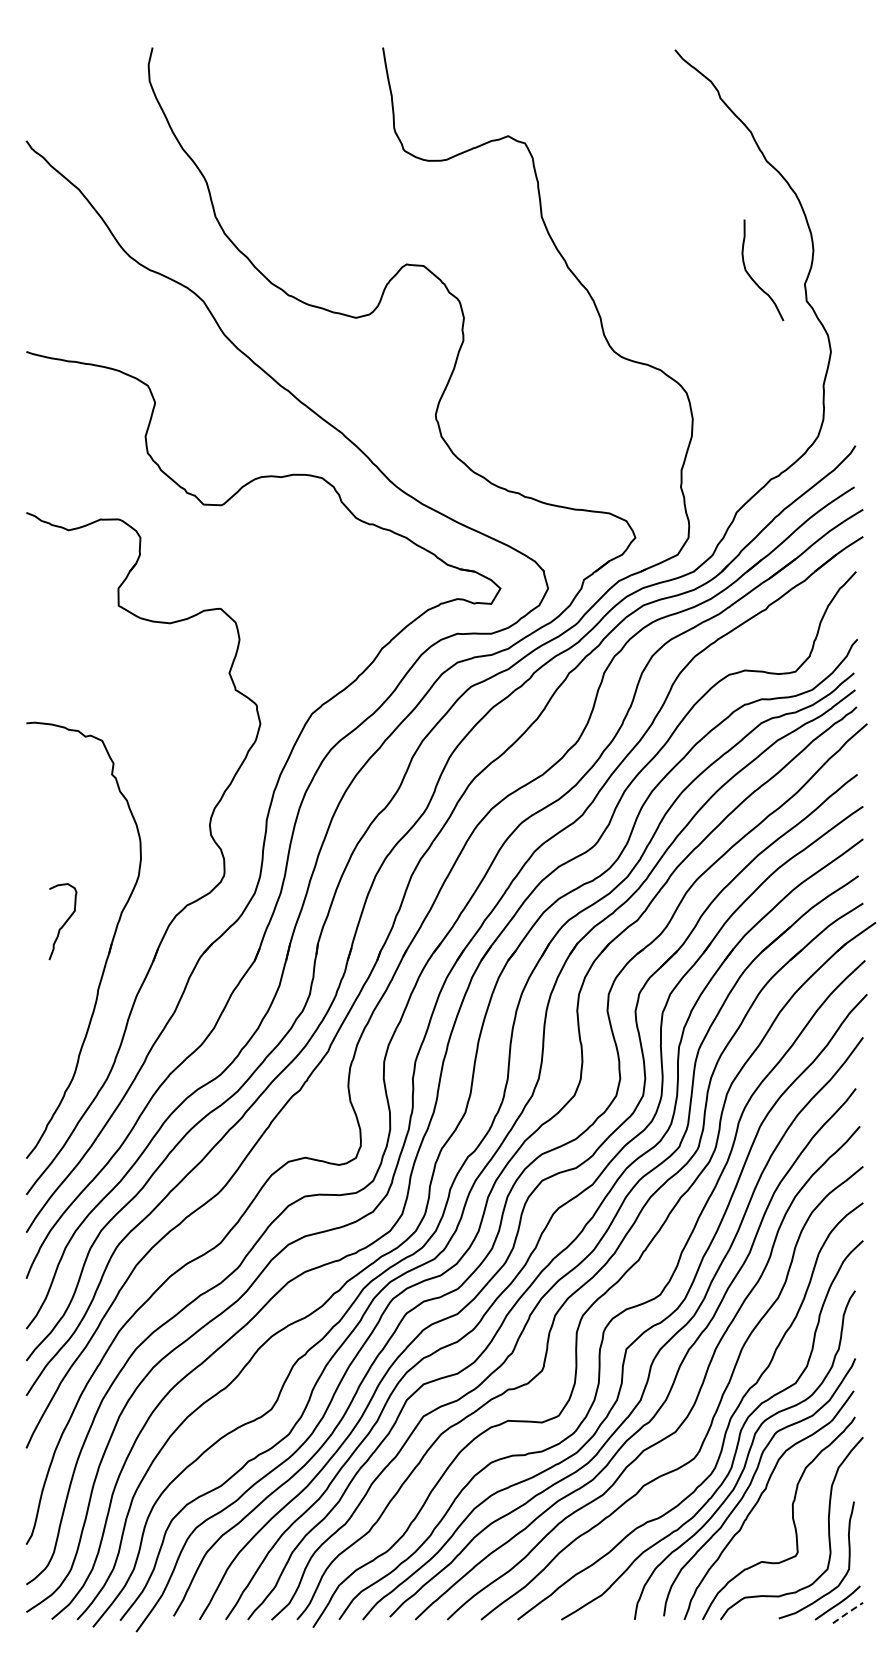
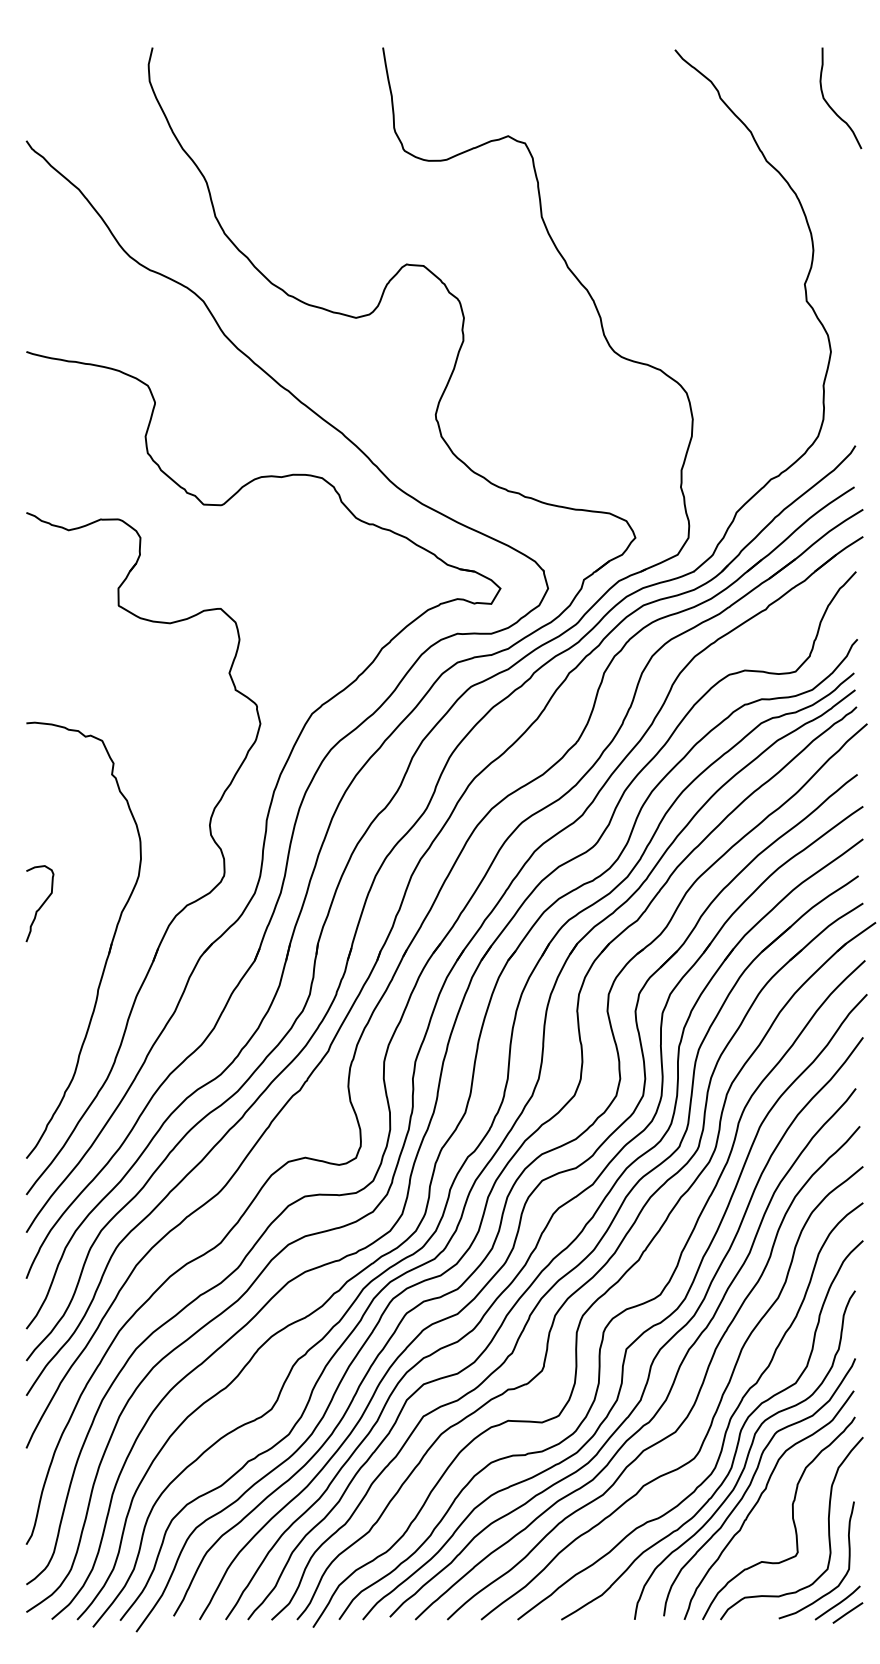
curve at (751, 276) position: (751, 276) -> (829, 104)
curve at (64, 922) position: (64, 922) -> (41, 904)
line at (847, 1612): dashed -> solid
